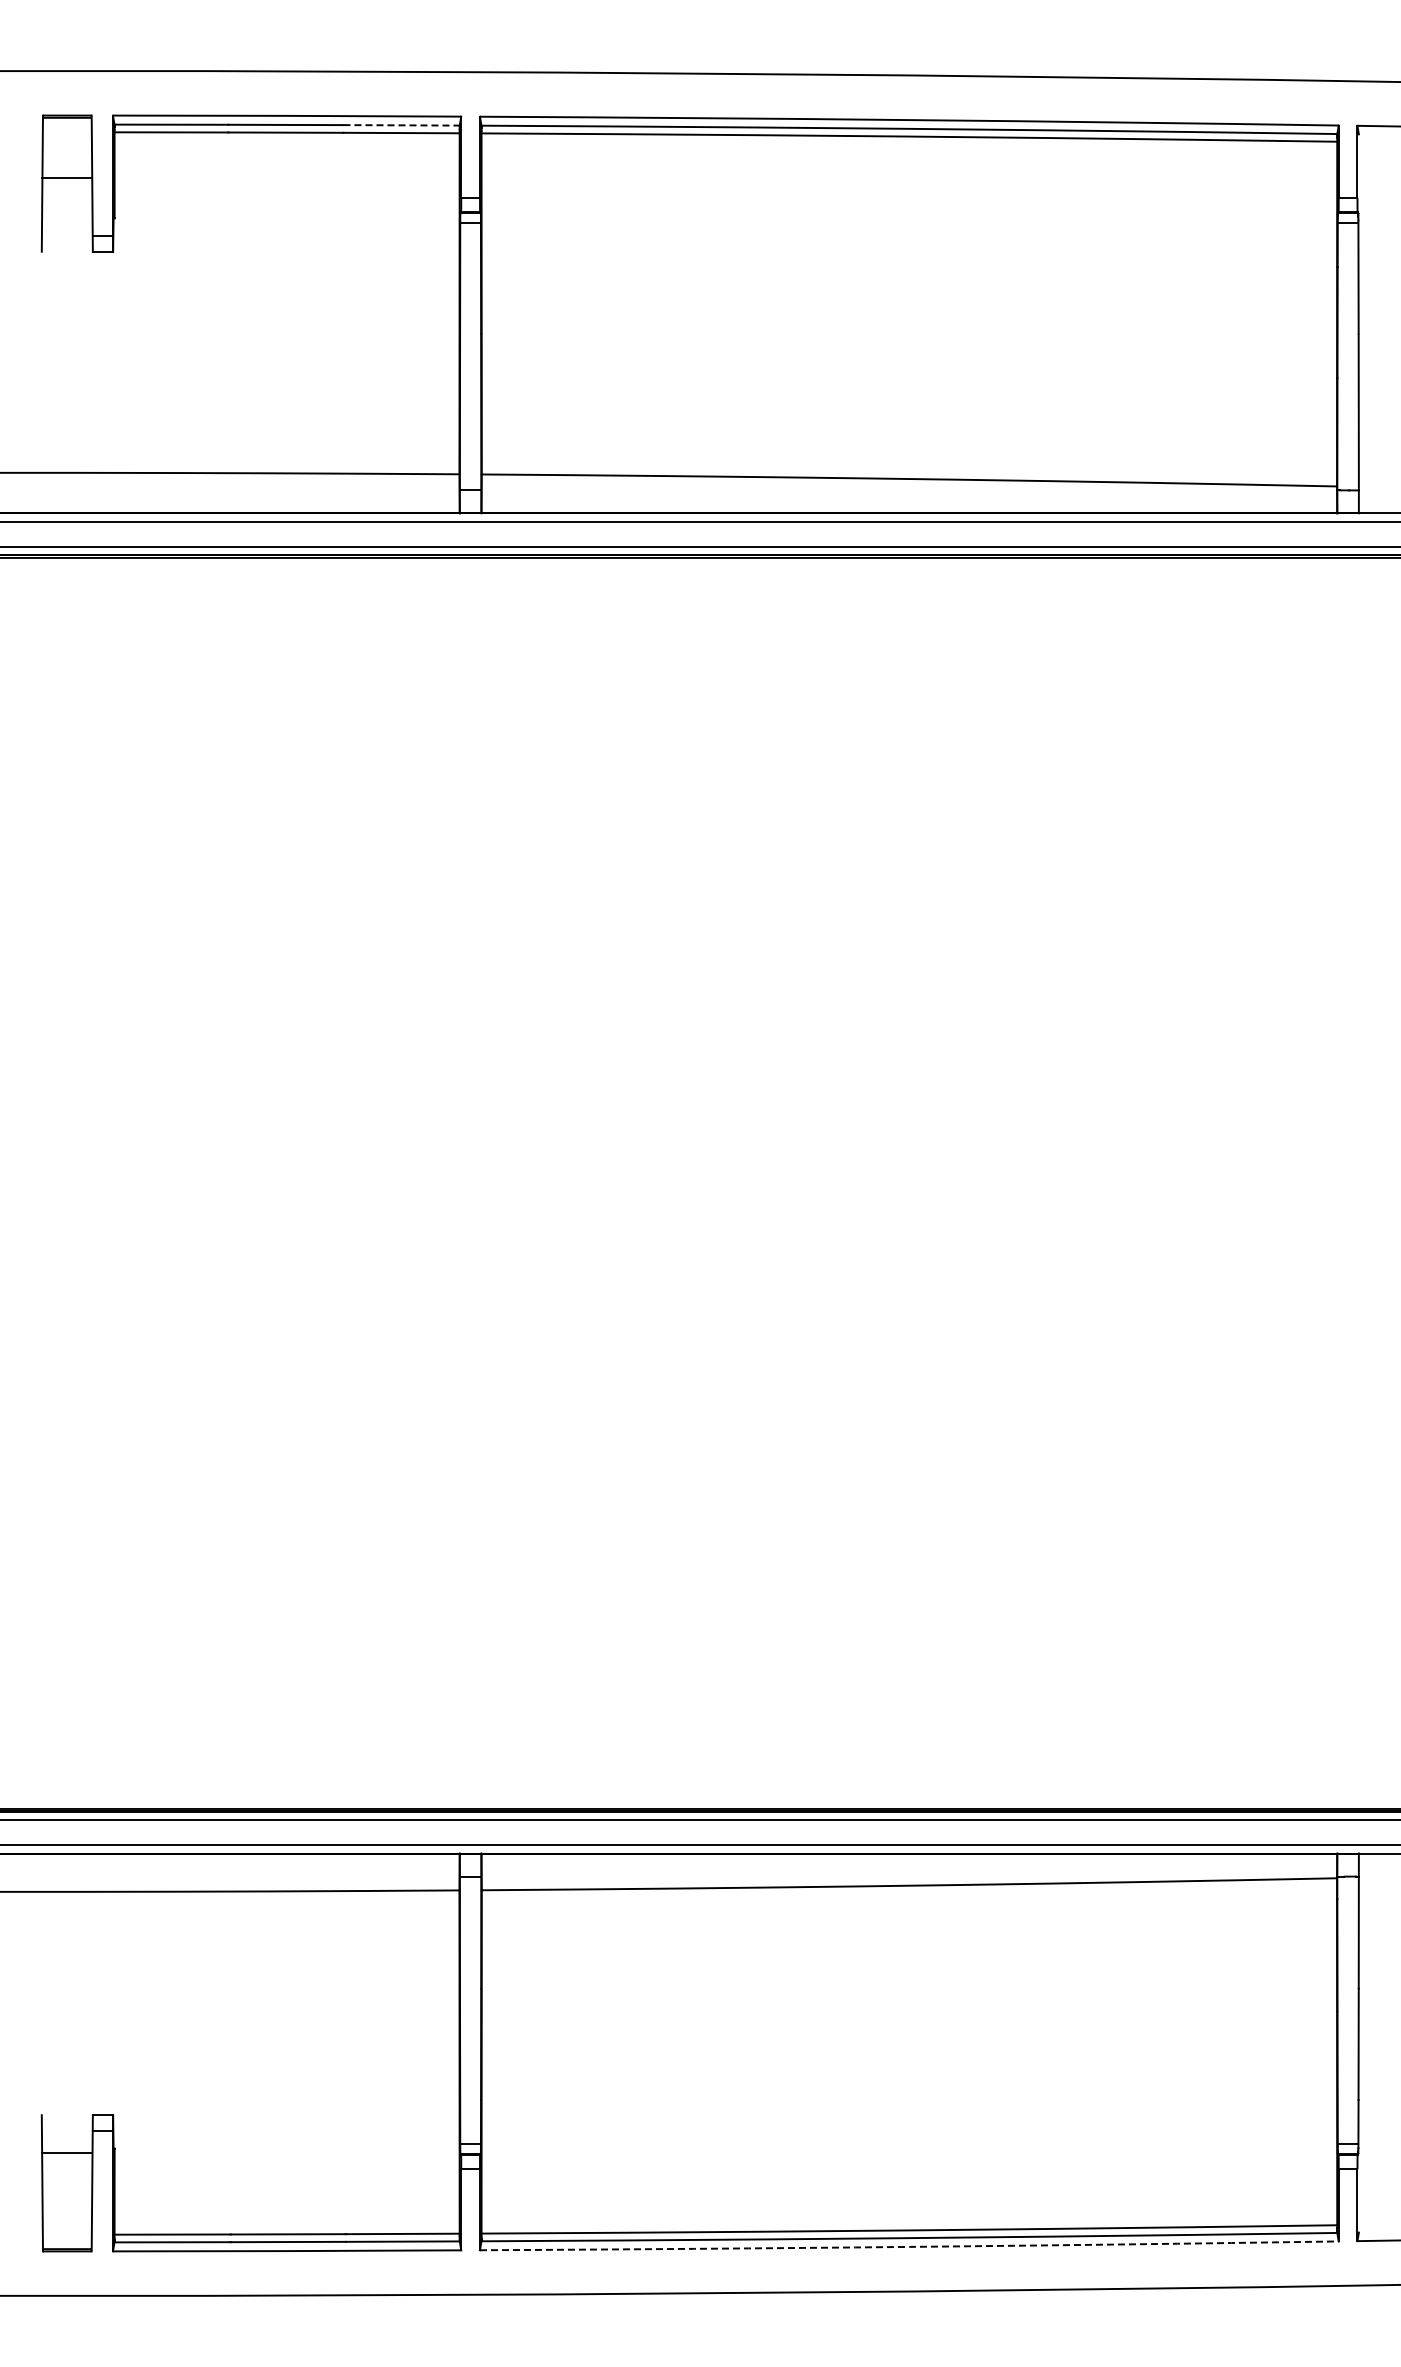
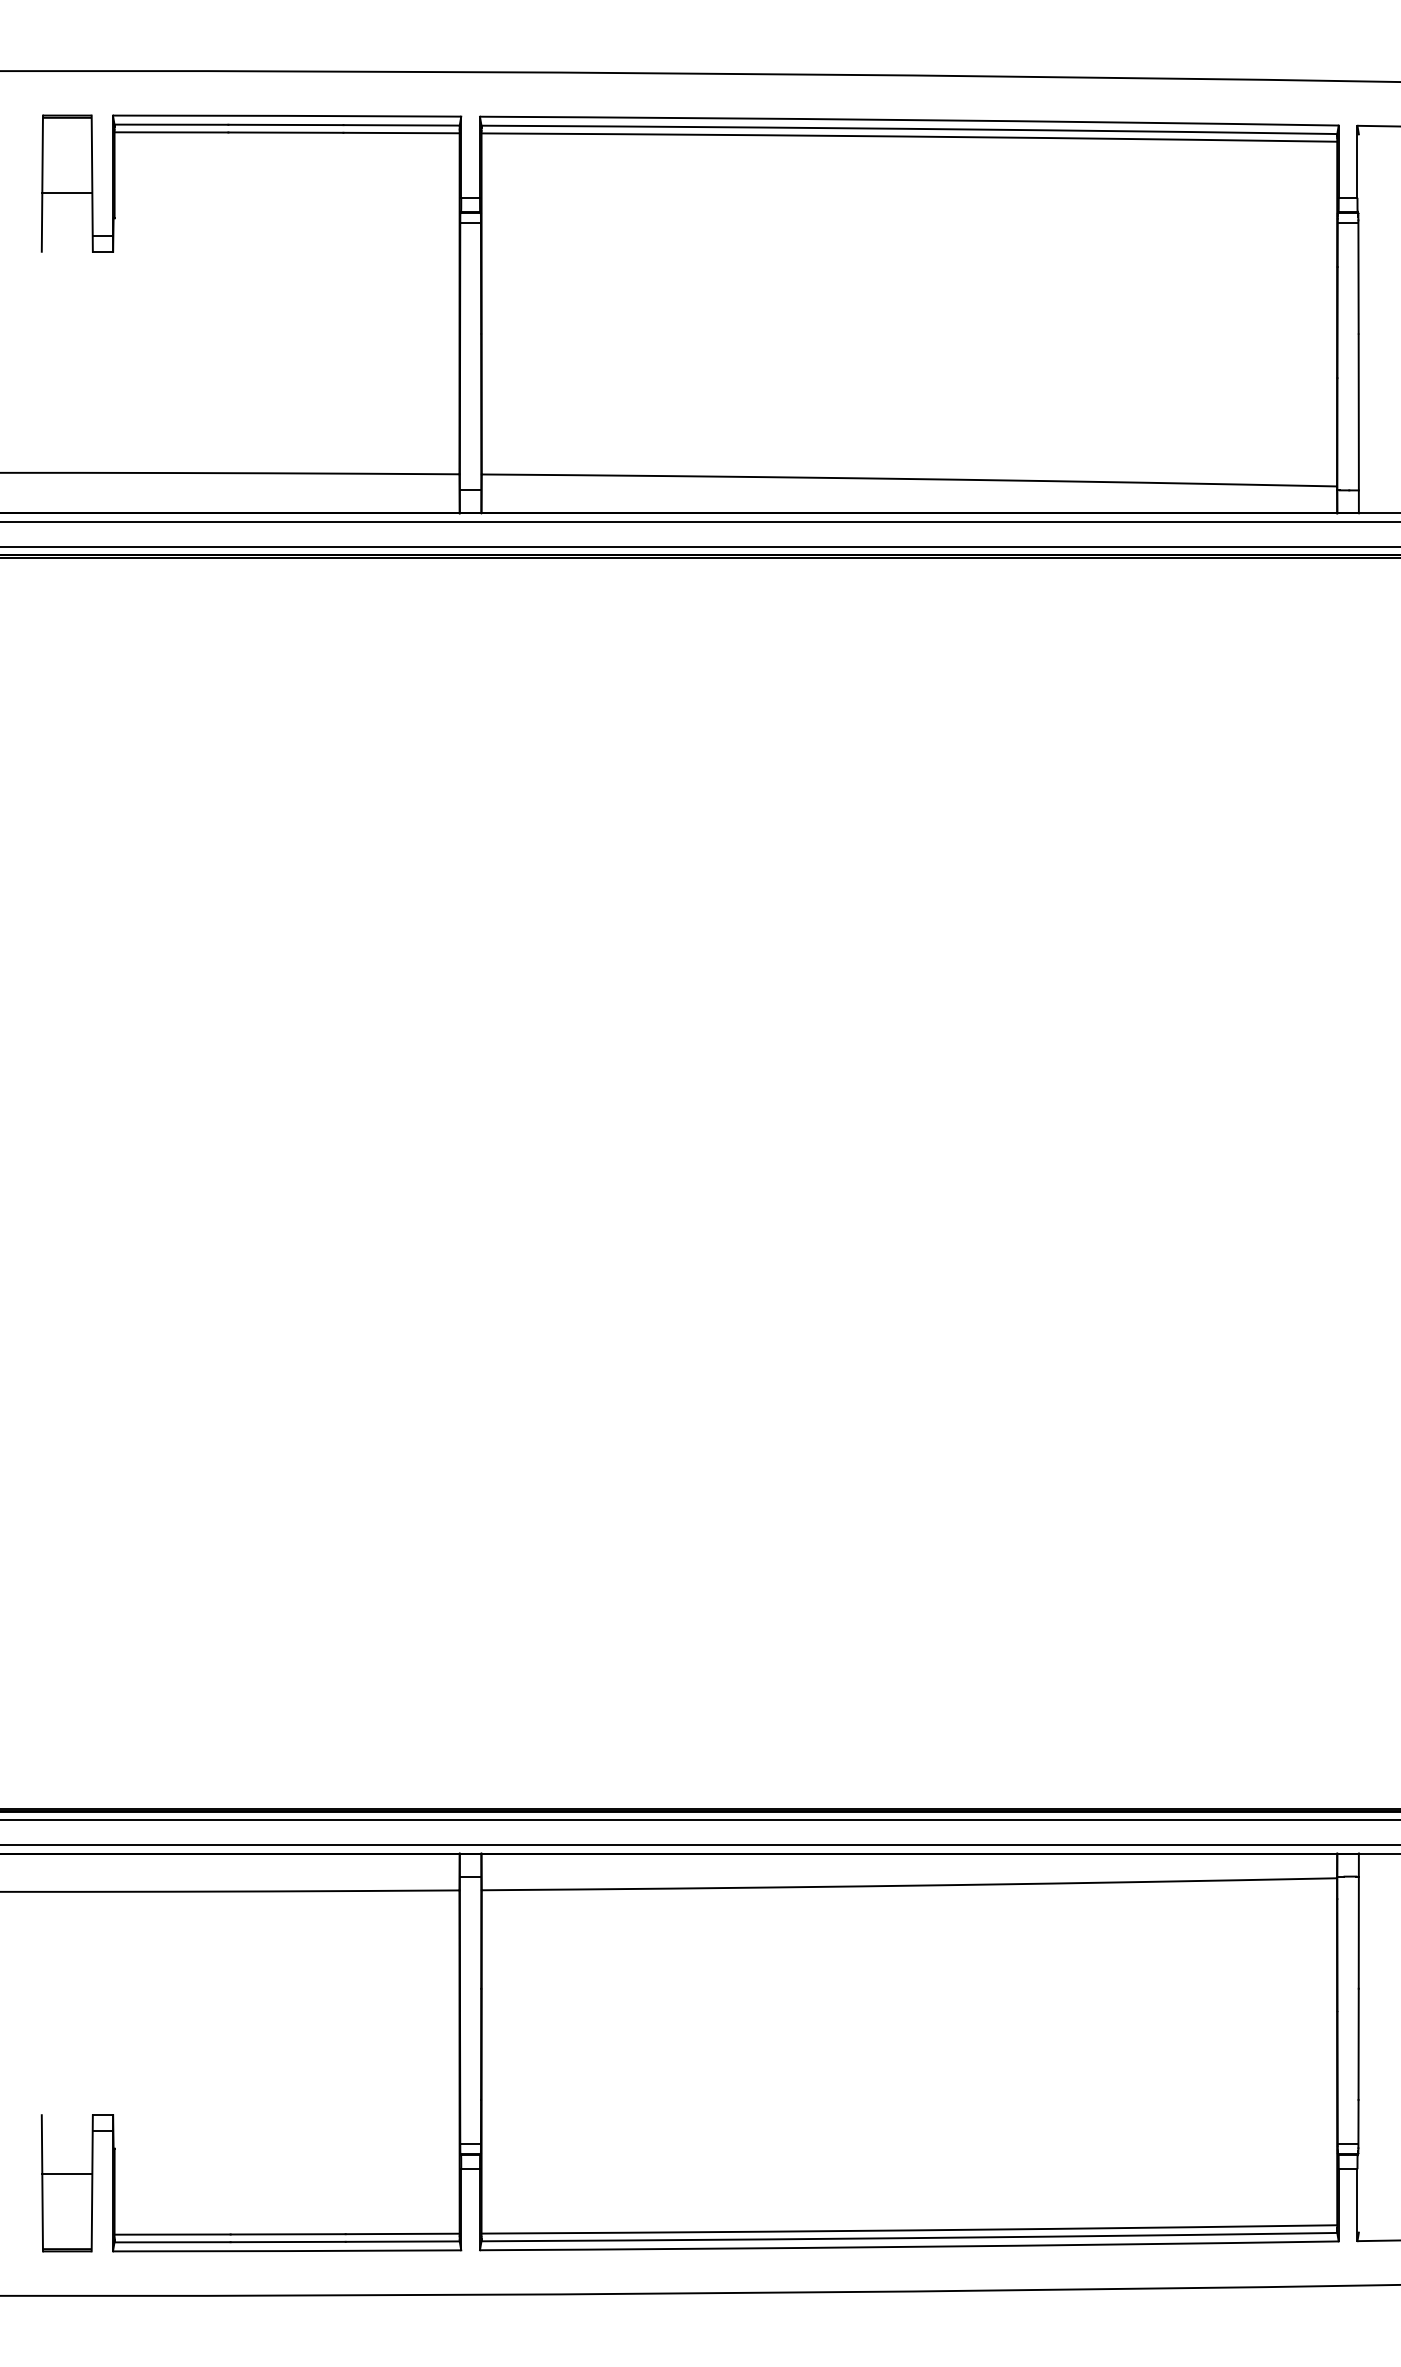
line at (402, 125): dashed -> solid
line at (67, 178) position: (67, 178) -> (67, 193)
line at (67, 2152) position: (67, 2152) -> (67, 2173)
arc at (909, 2246): dashed -> solid
